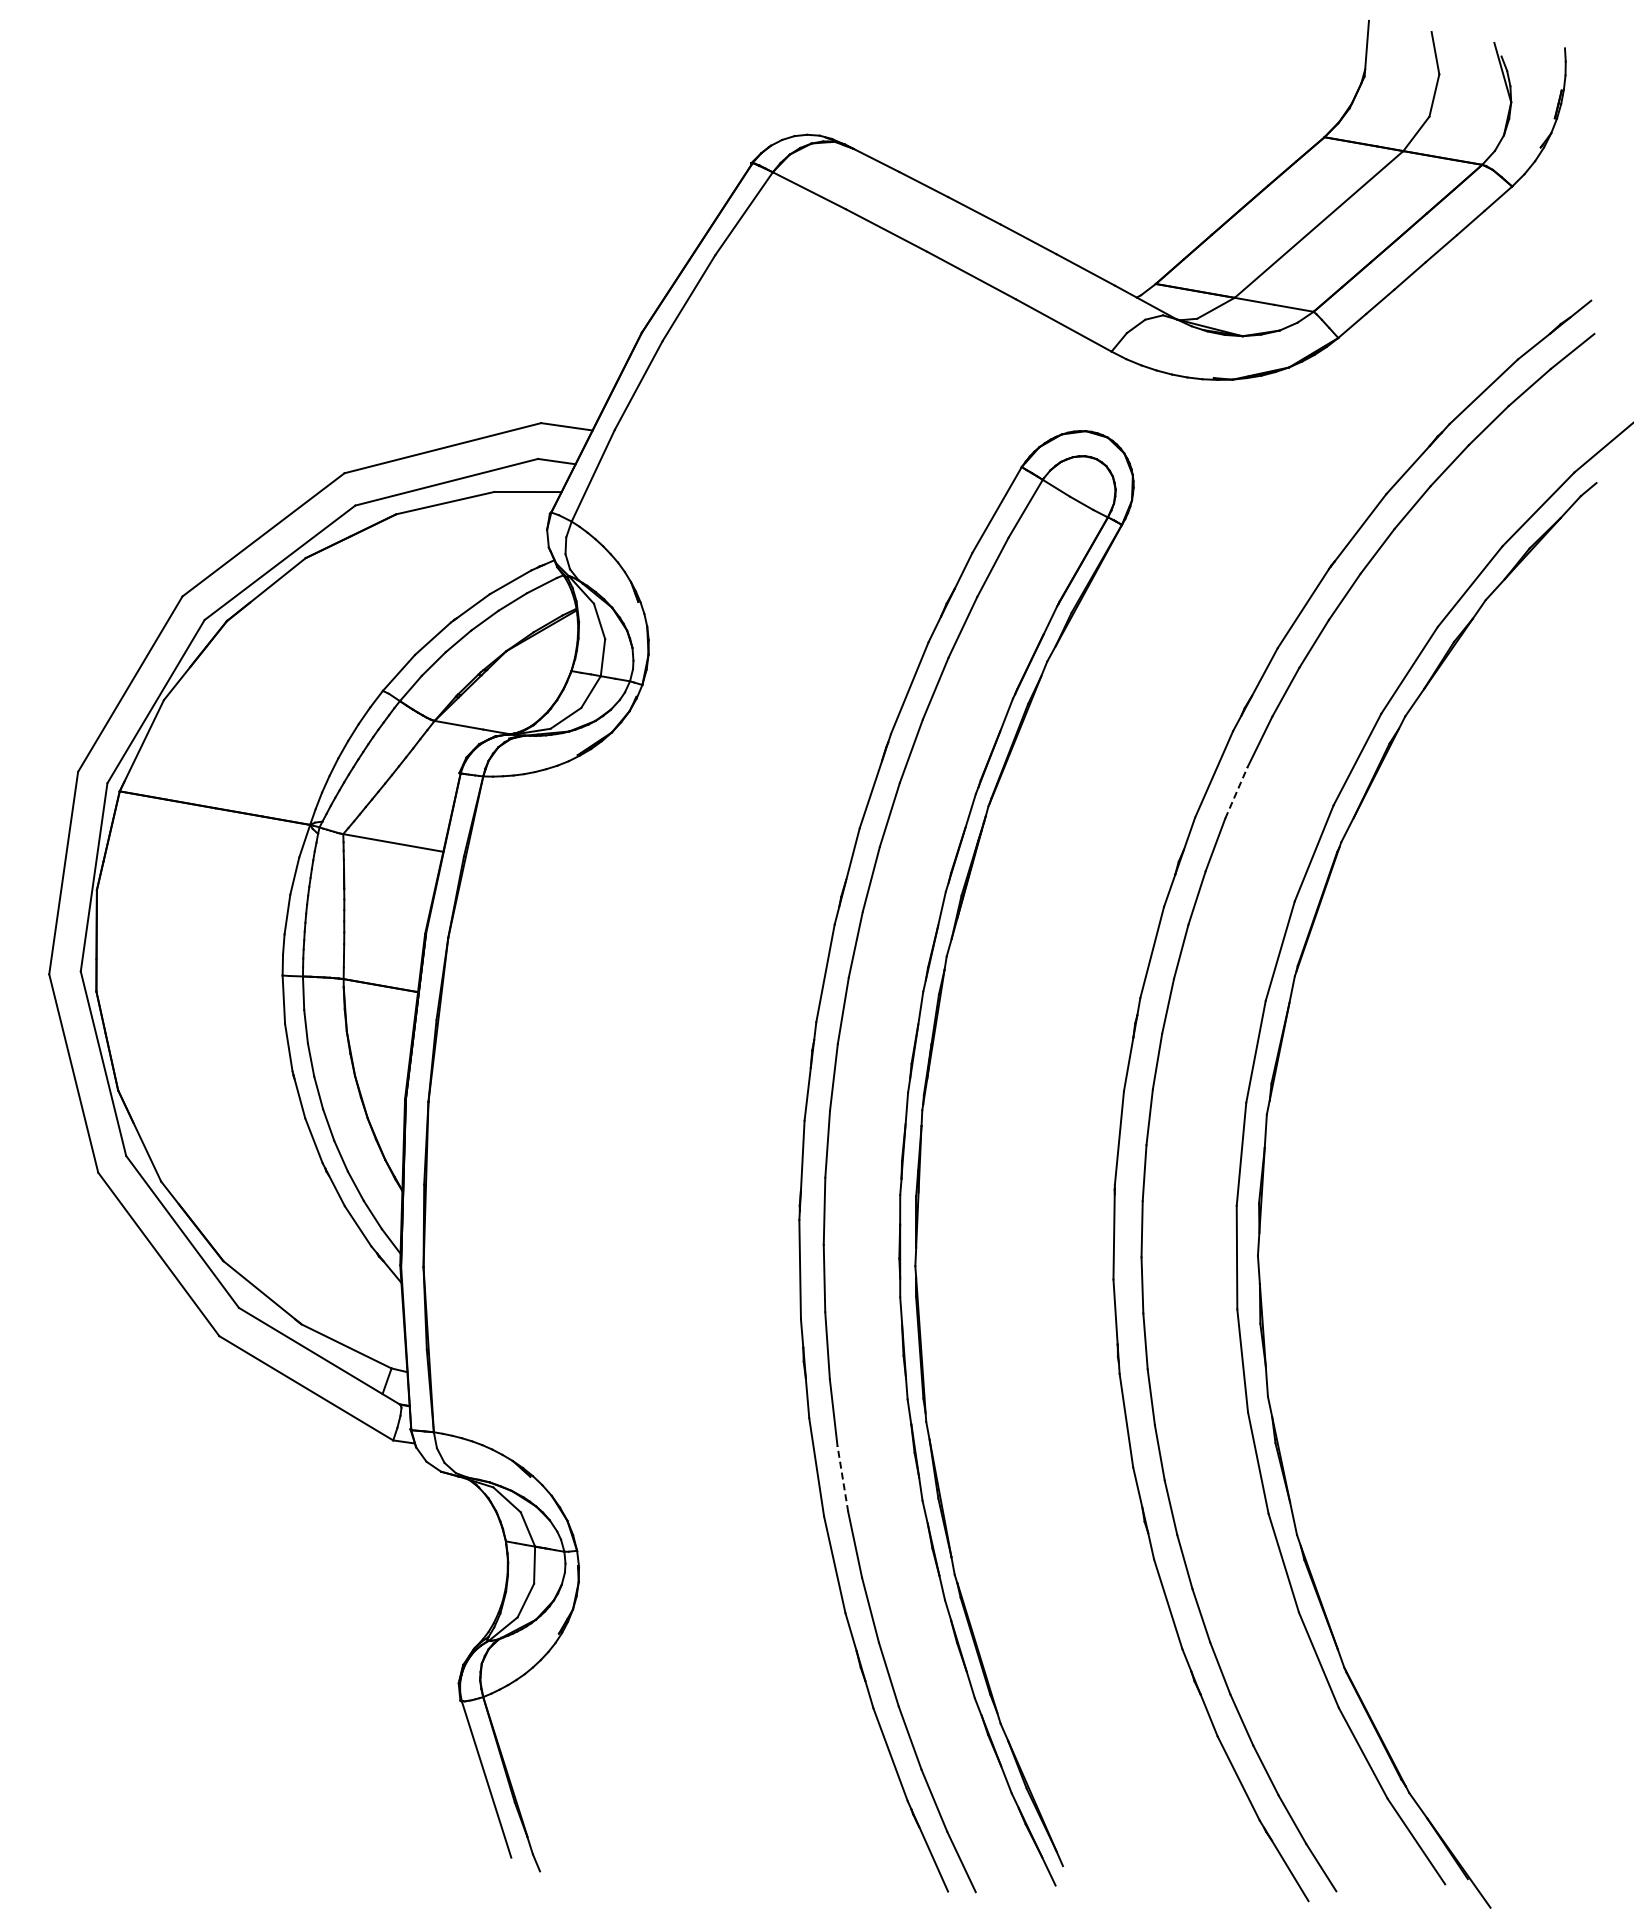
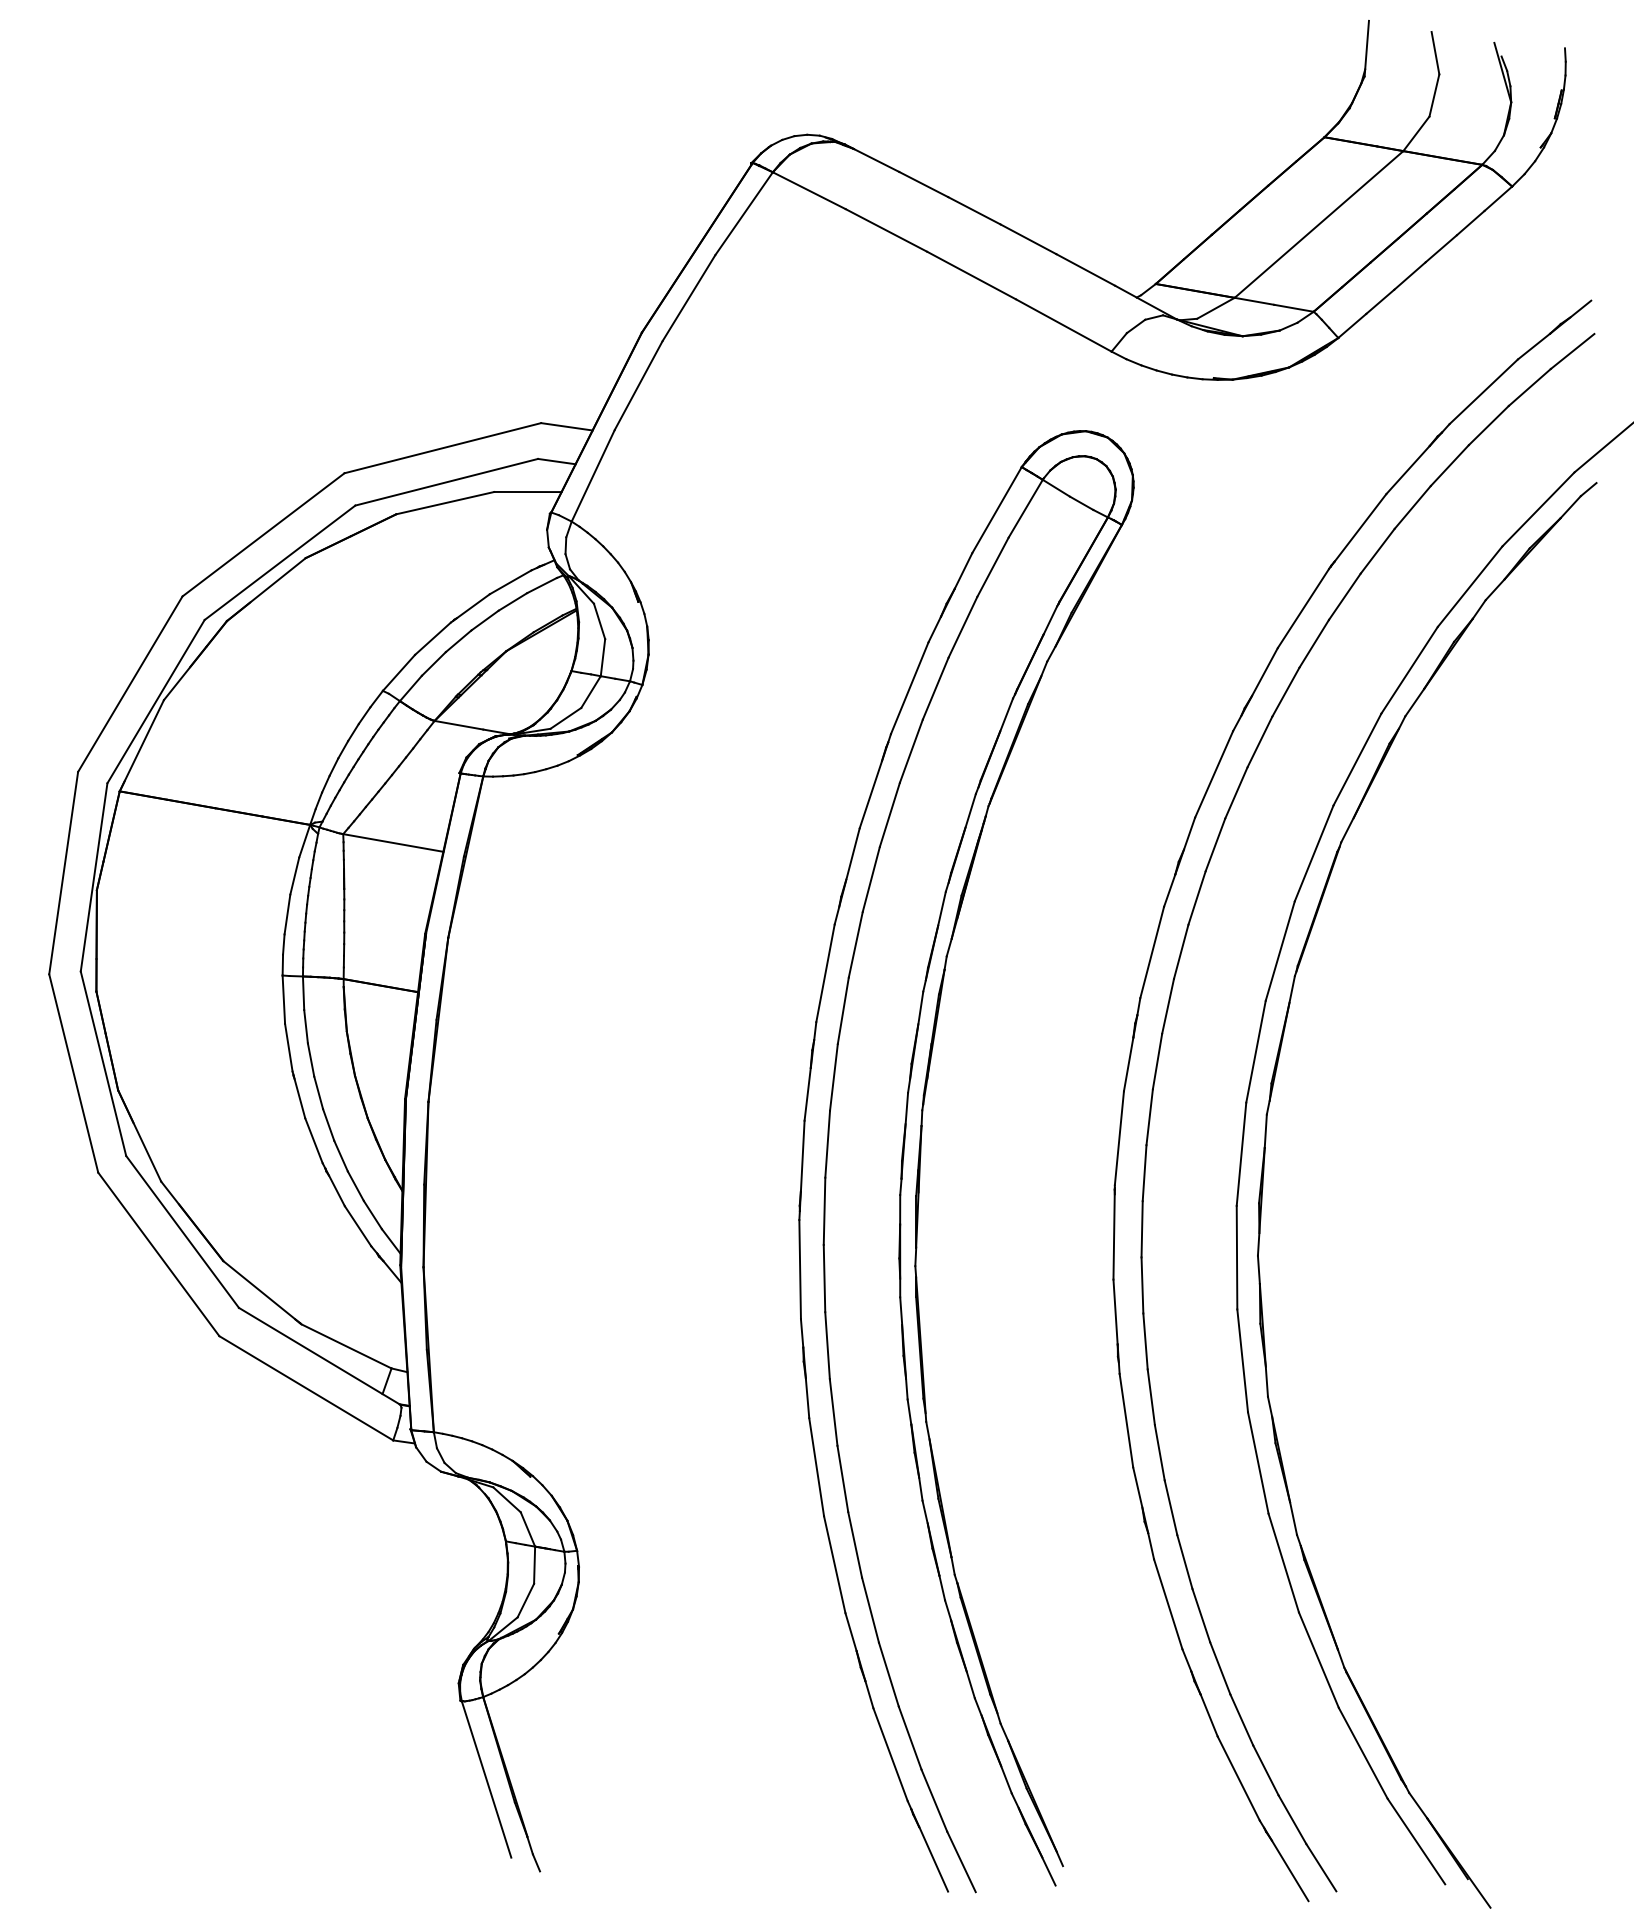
line at (1236, 792): dashed -> solid
line at (842, 1478): dashed -> solid
